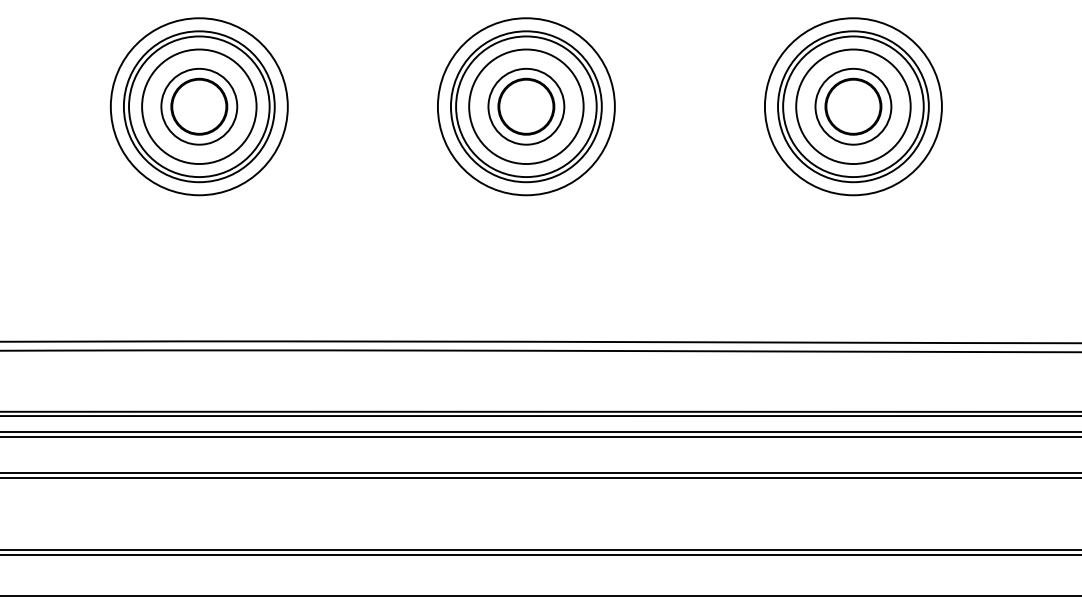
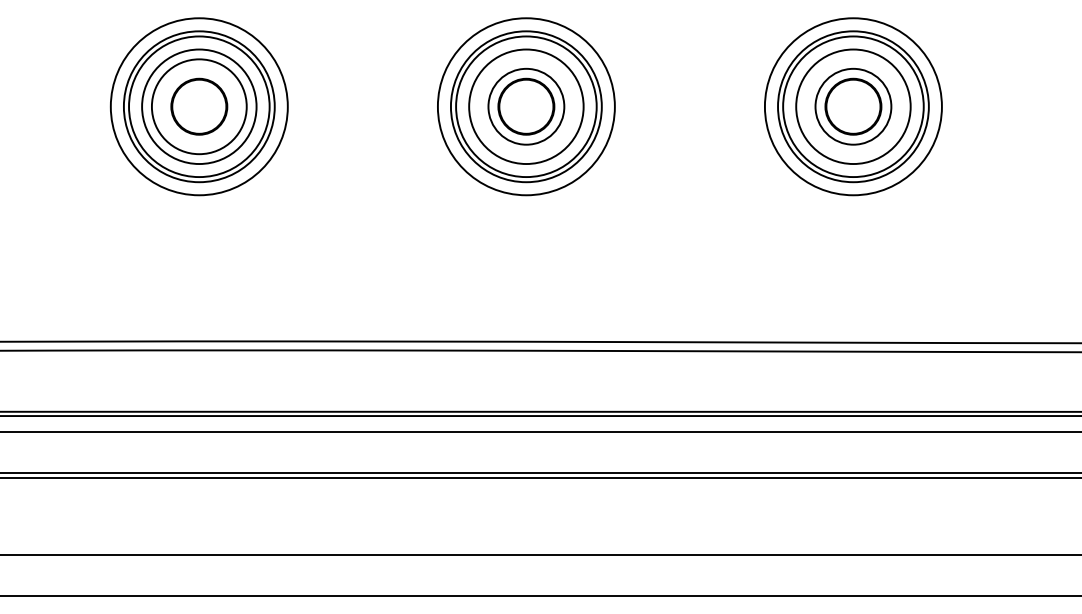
circle at (199, 106) diameter: 76 px -> 95 px
line at (540, 437): present -> none
line at (540, 549): present -> none
